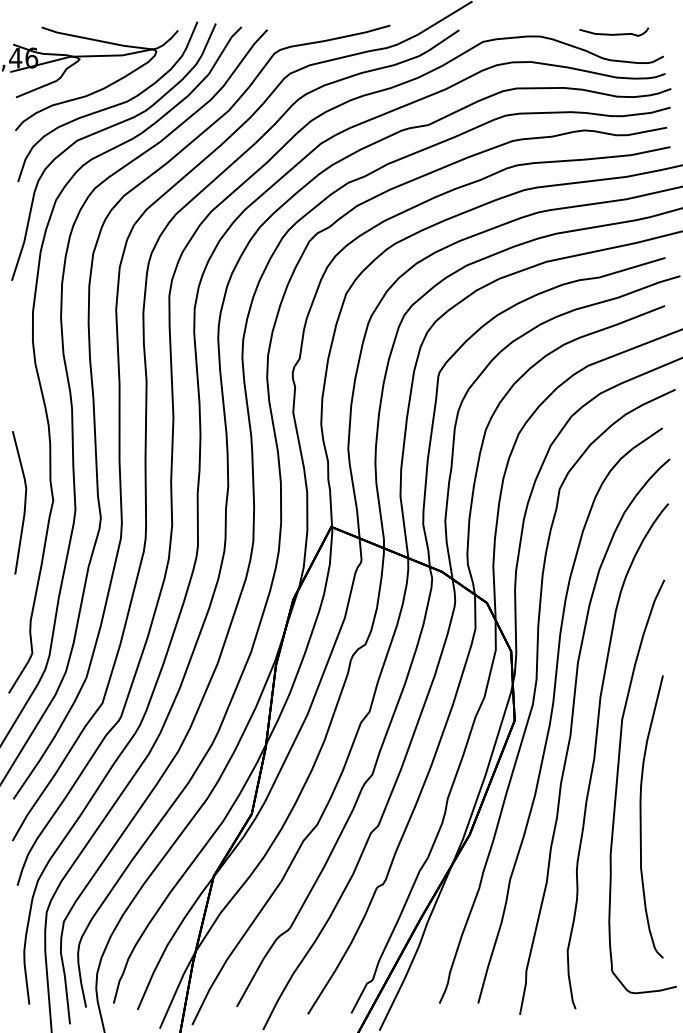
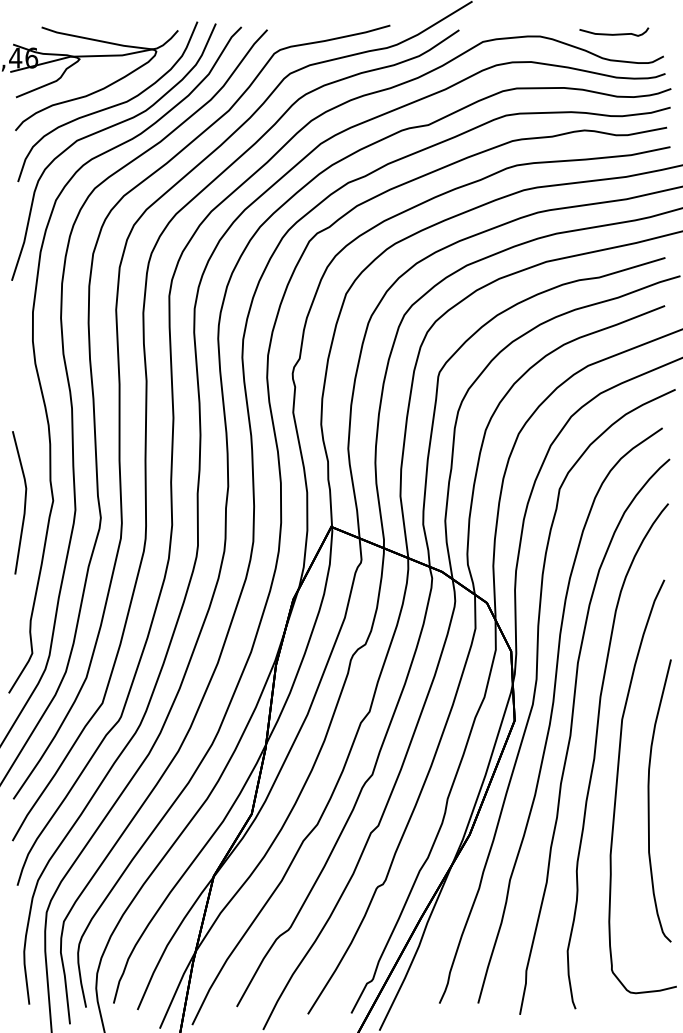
part at (641, 816) position: (641, 816) -> (649, 800)
